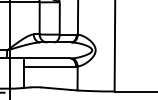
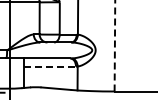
line at (114, 45): solid -> dashed
line at (50, 66): solid -> dashed
